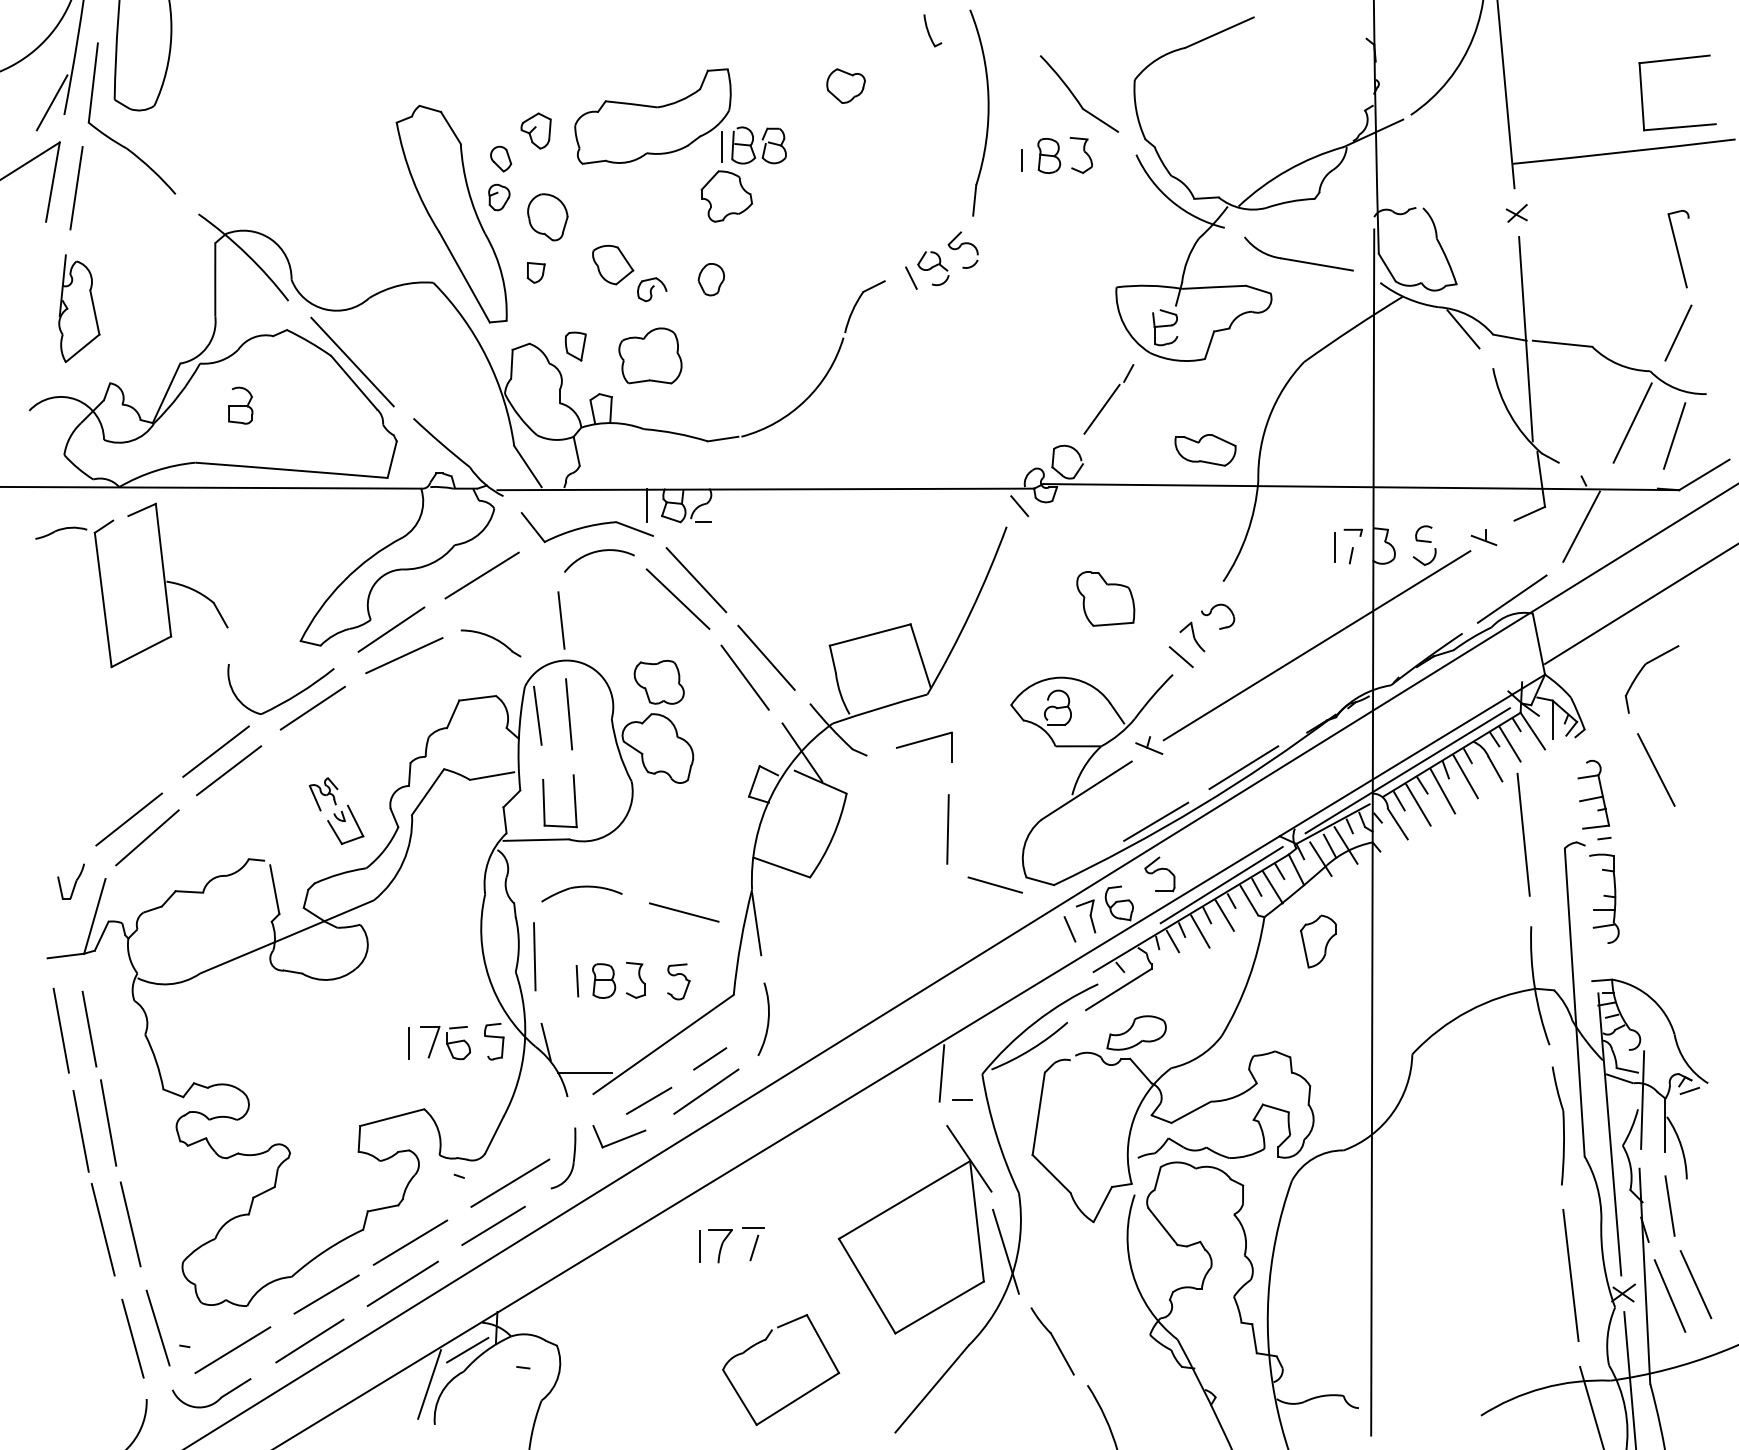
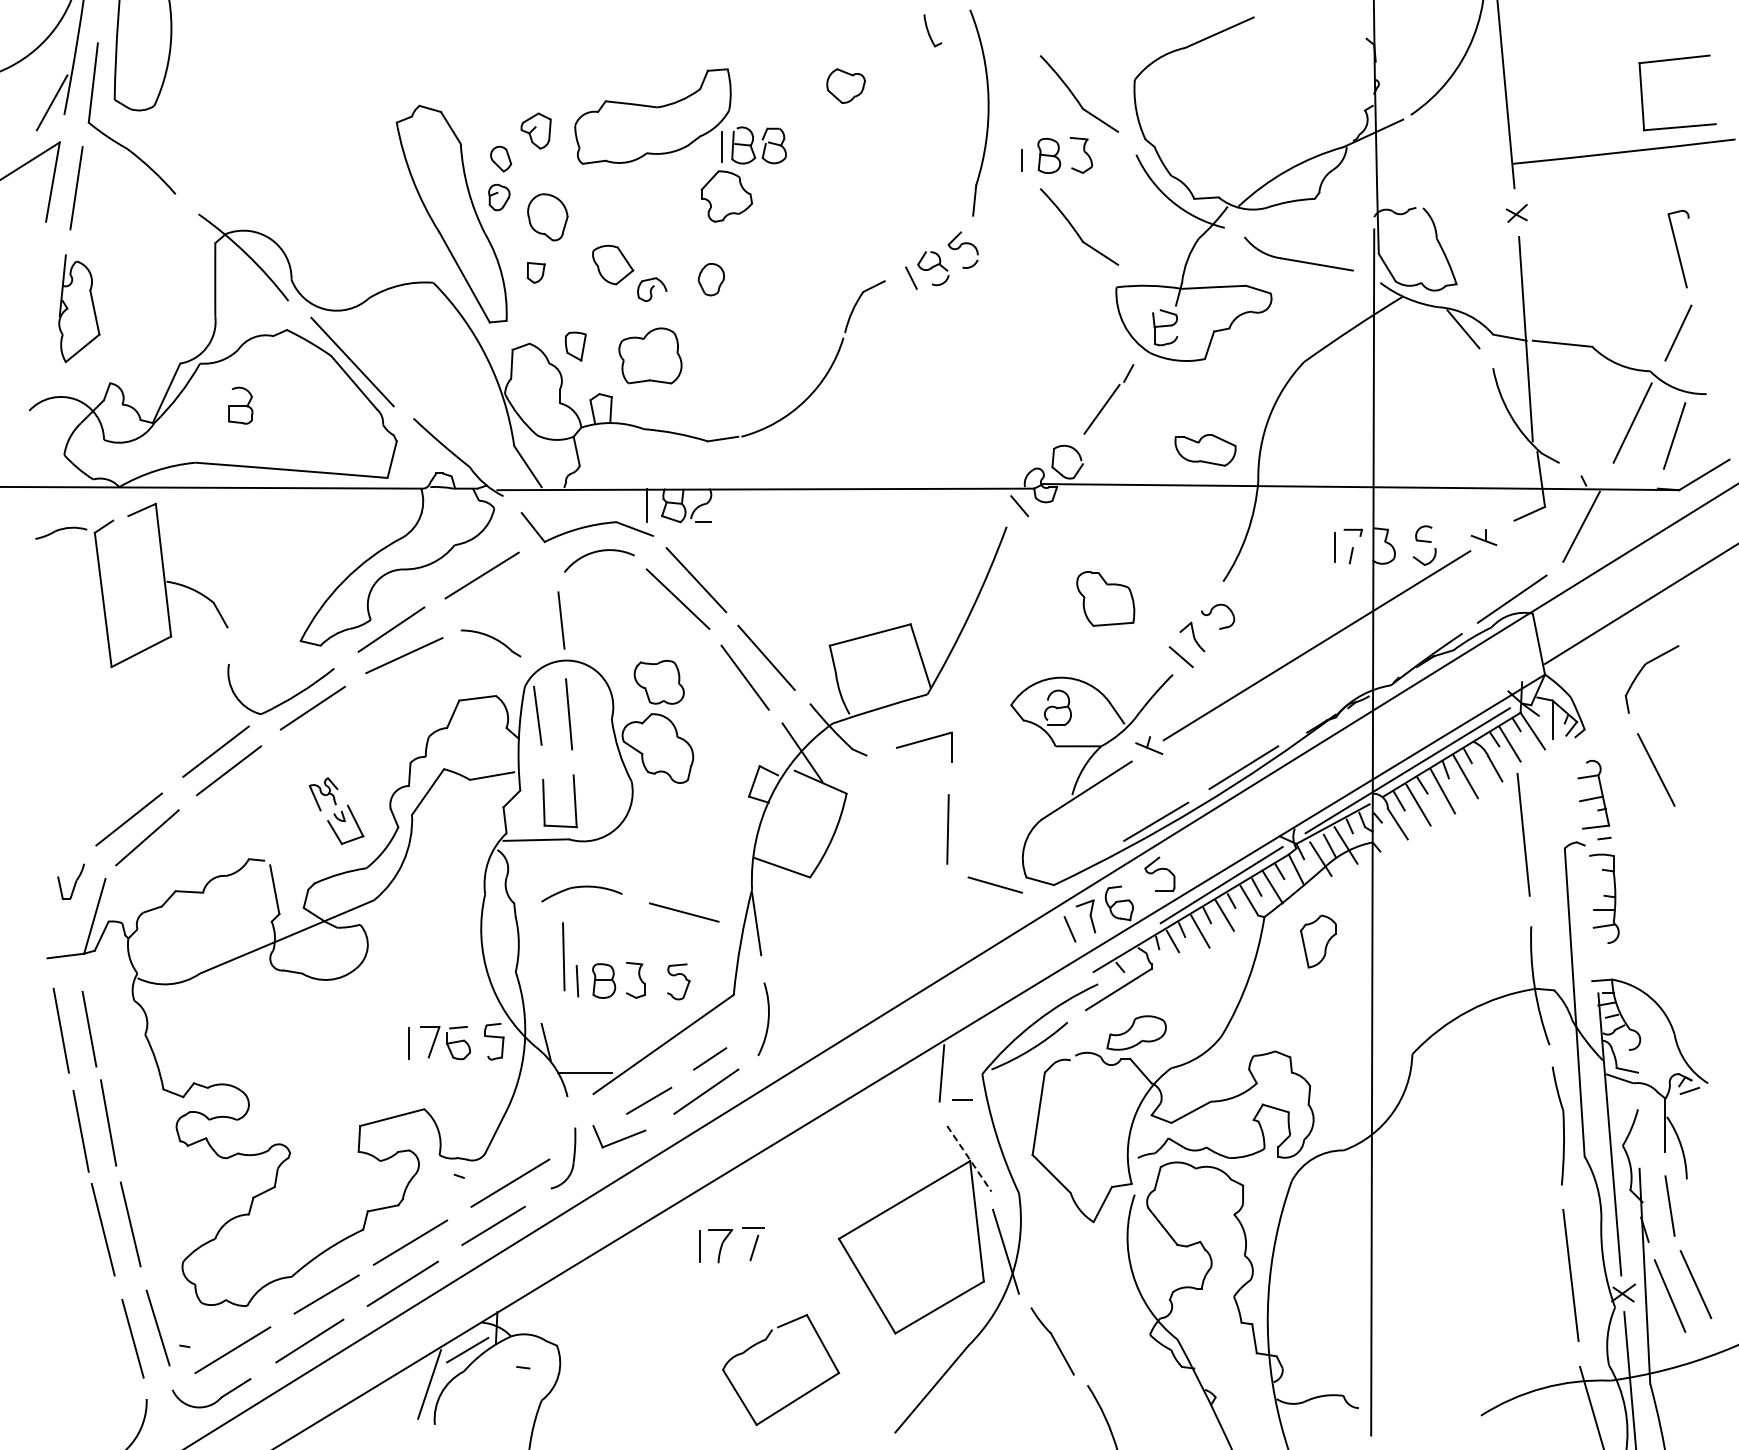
part at (1079, 226): none -> present
line at (534, 956) position: (534, 956) -> (563, 956)
line at (1642, 1099): present -> none
line at (969, 1158): solid -> dashed
